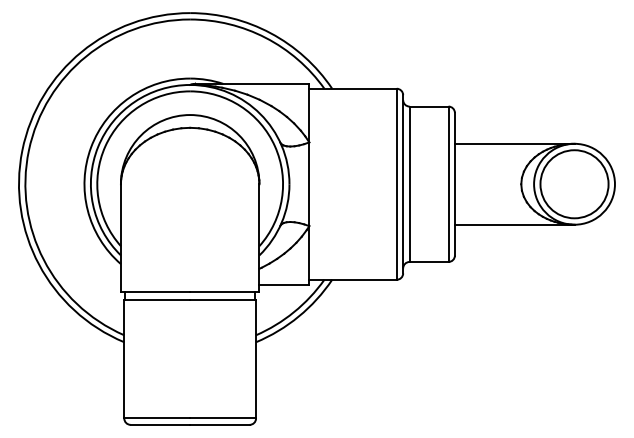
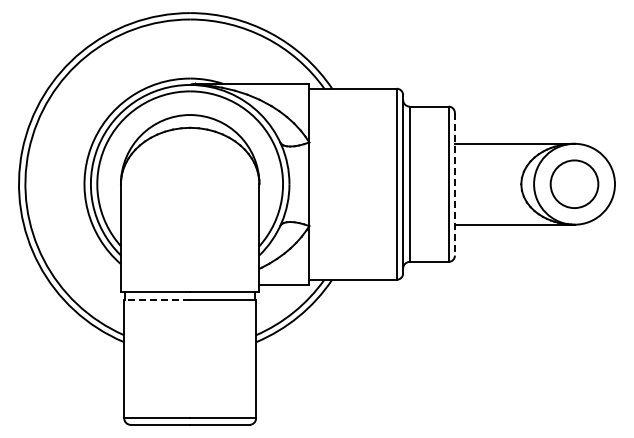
line at (454, 184): solid -> dashed
circle at (574, 184) diameter: 68 px -> 48 px
line at (157, 300): solid -> dashed
